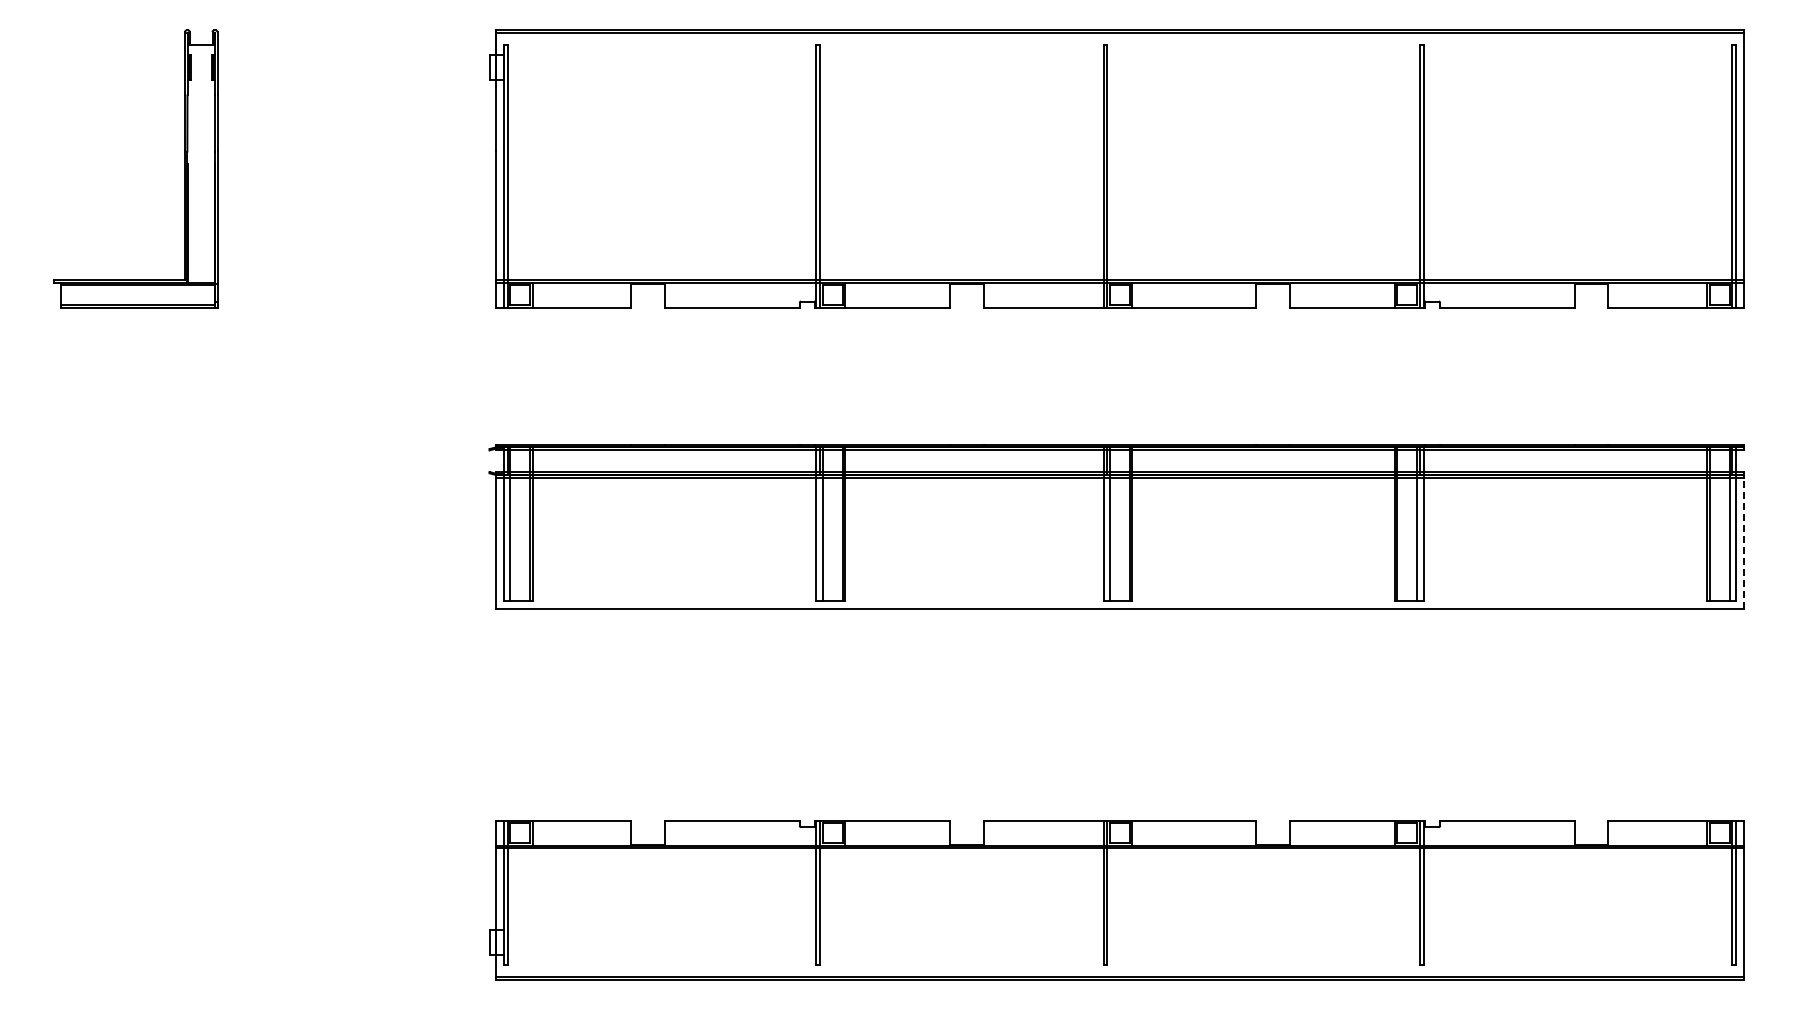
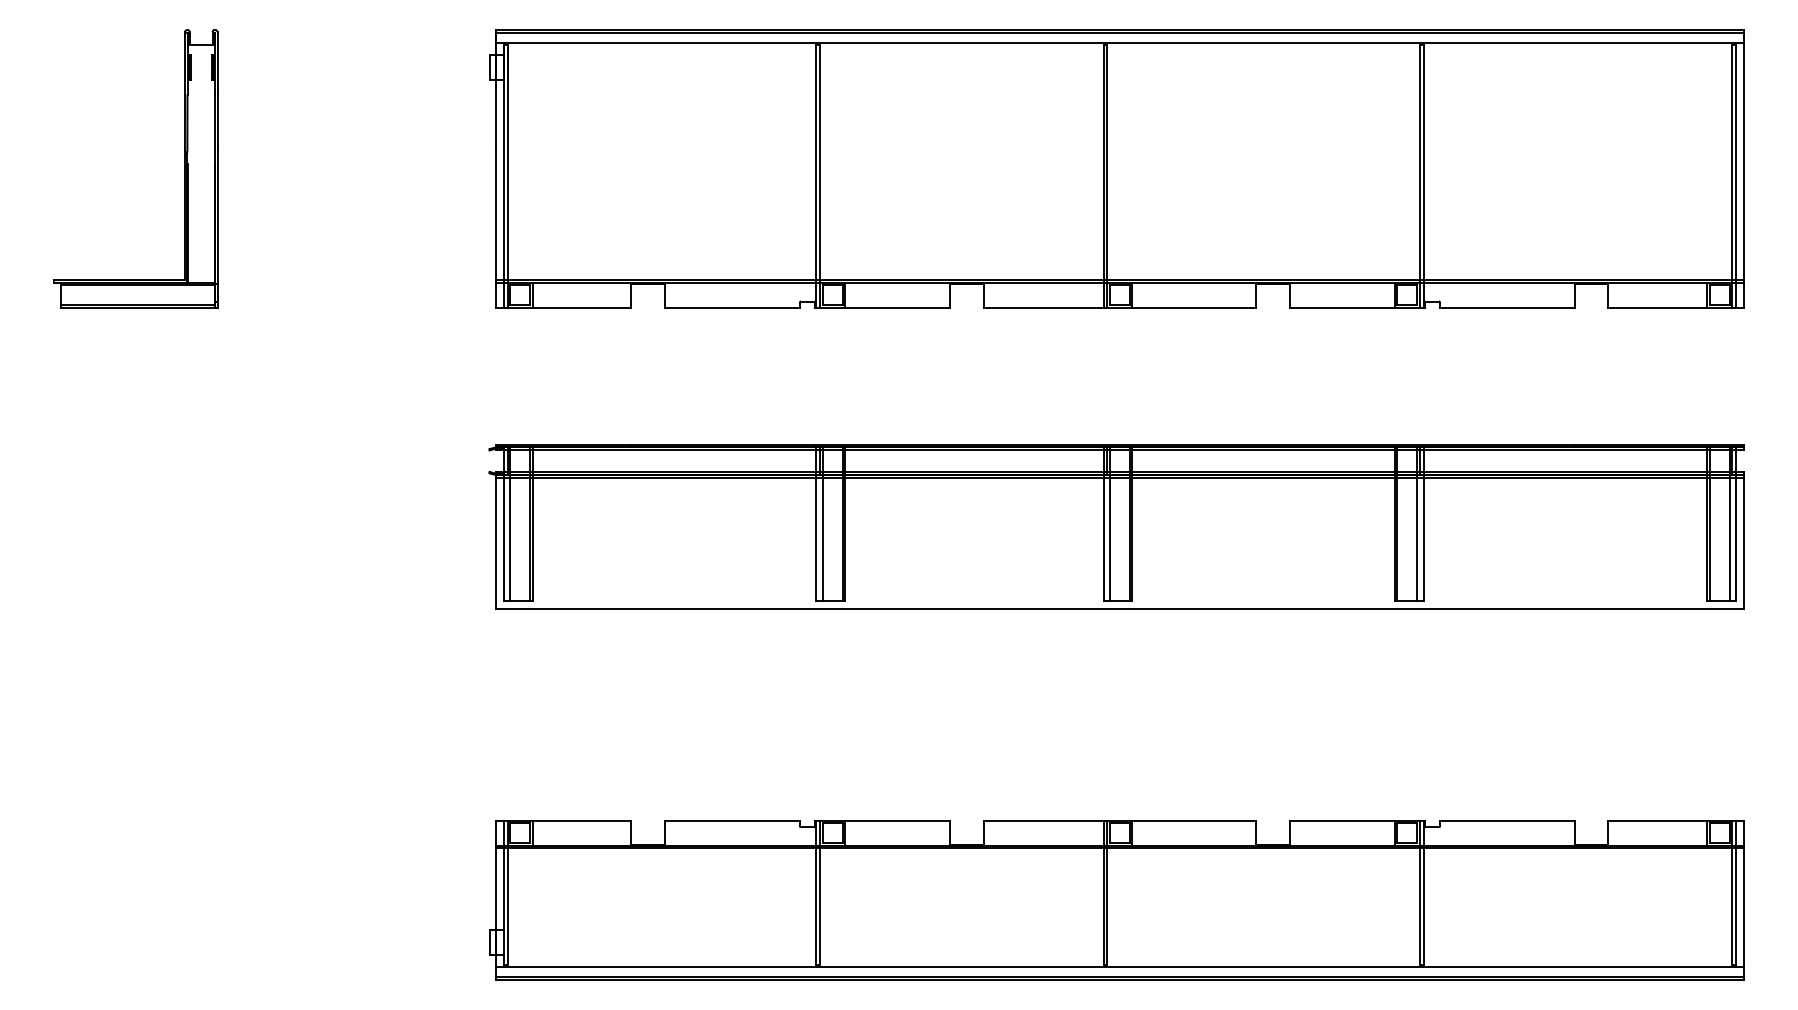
line at (1119, 42): none -> present
line at (1744, 542): dashed -> solid
line at (1119, 967): none -> present
